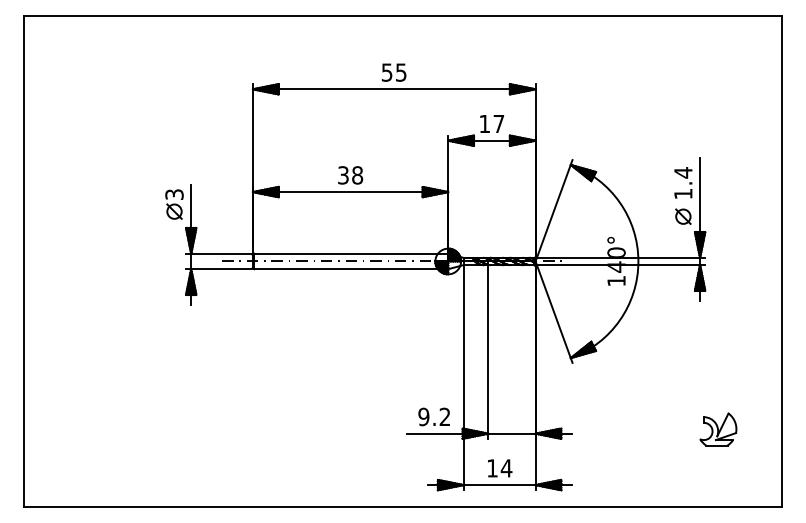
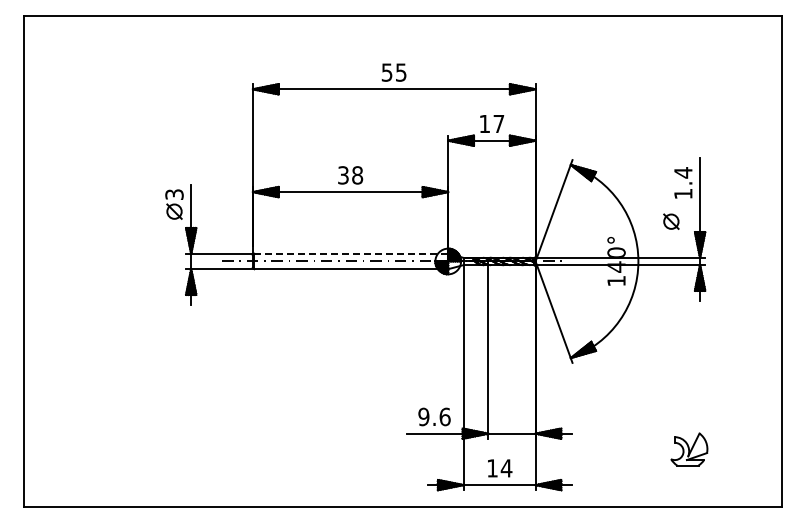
part at (683, 216) position: (683, 216) -> (671, 221)
line at (351, 253): solid -> dashed
text at (444, 416): 9.2 -> 9.6
part at (718, 429) position: (718, 429) -> (689, 449)
